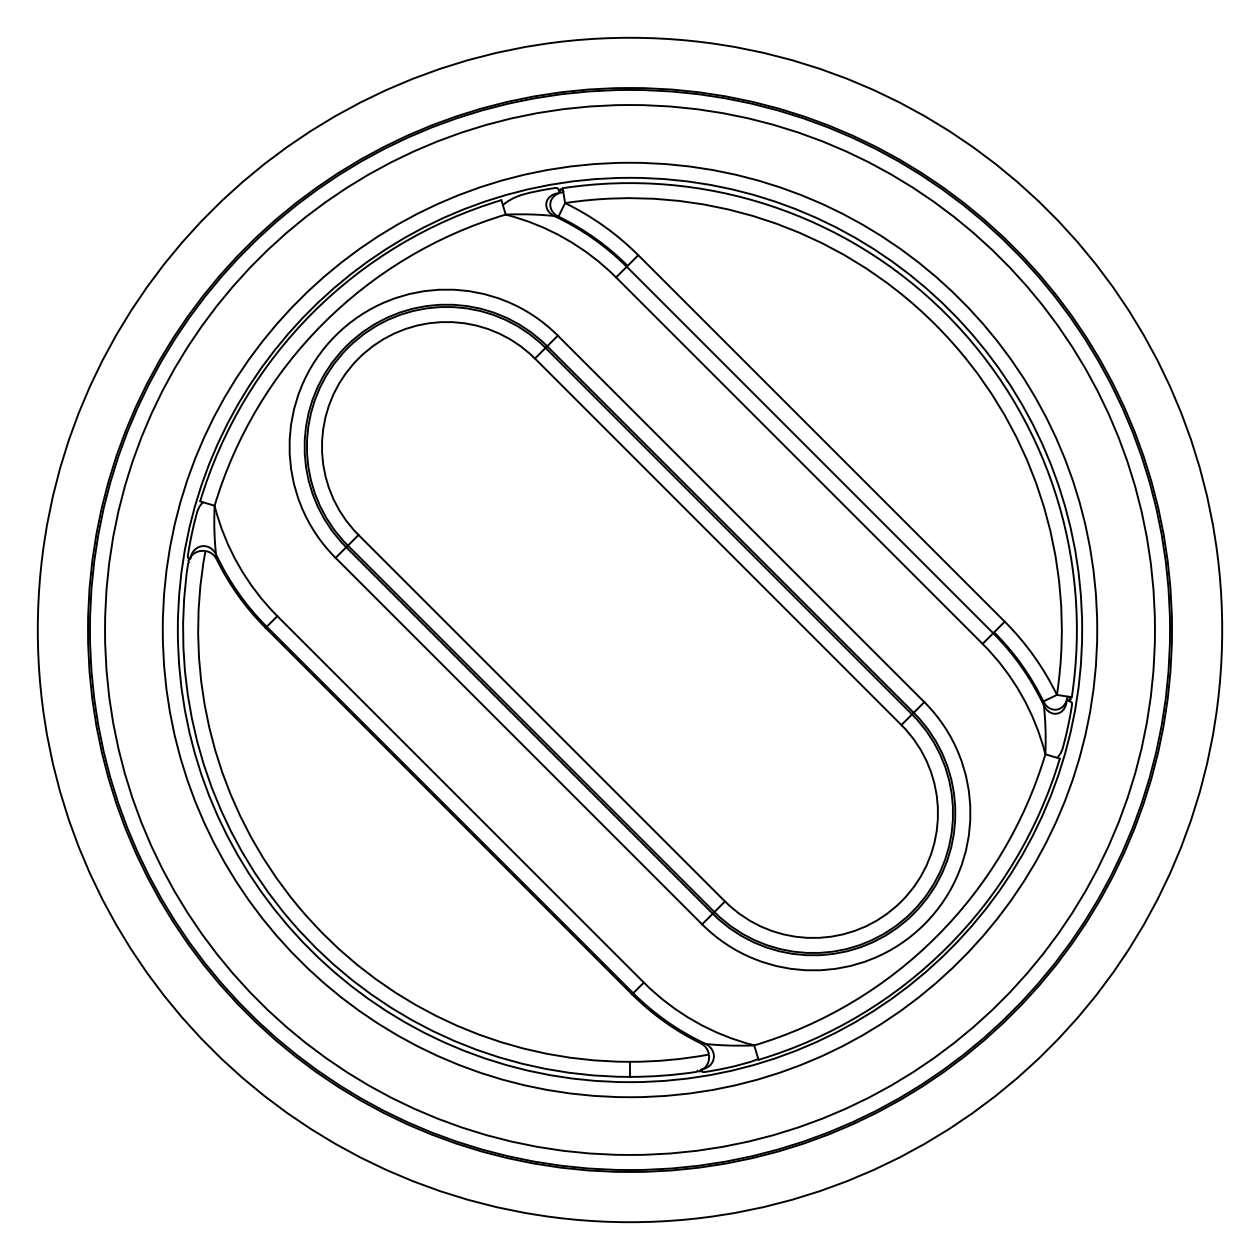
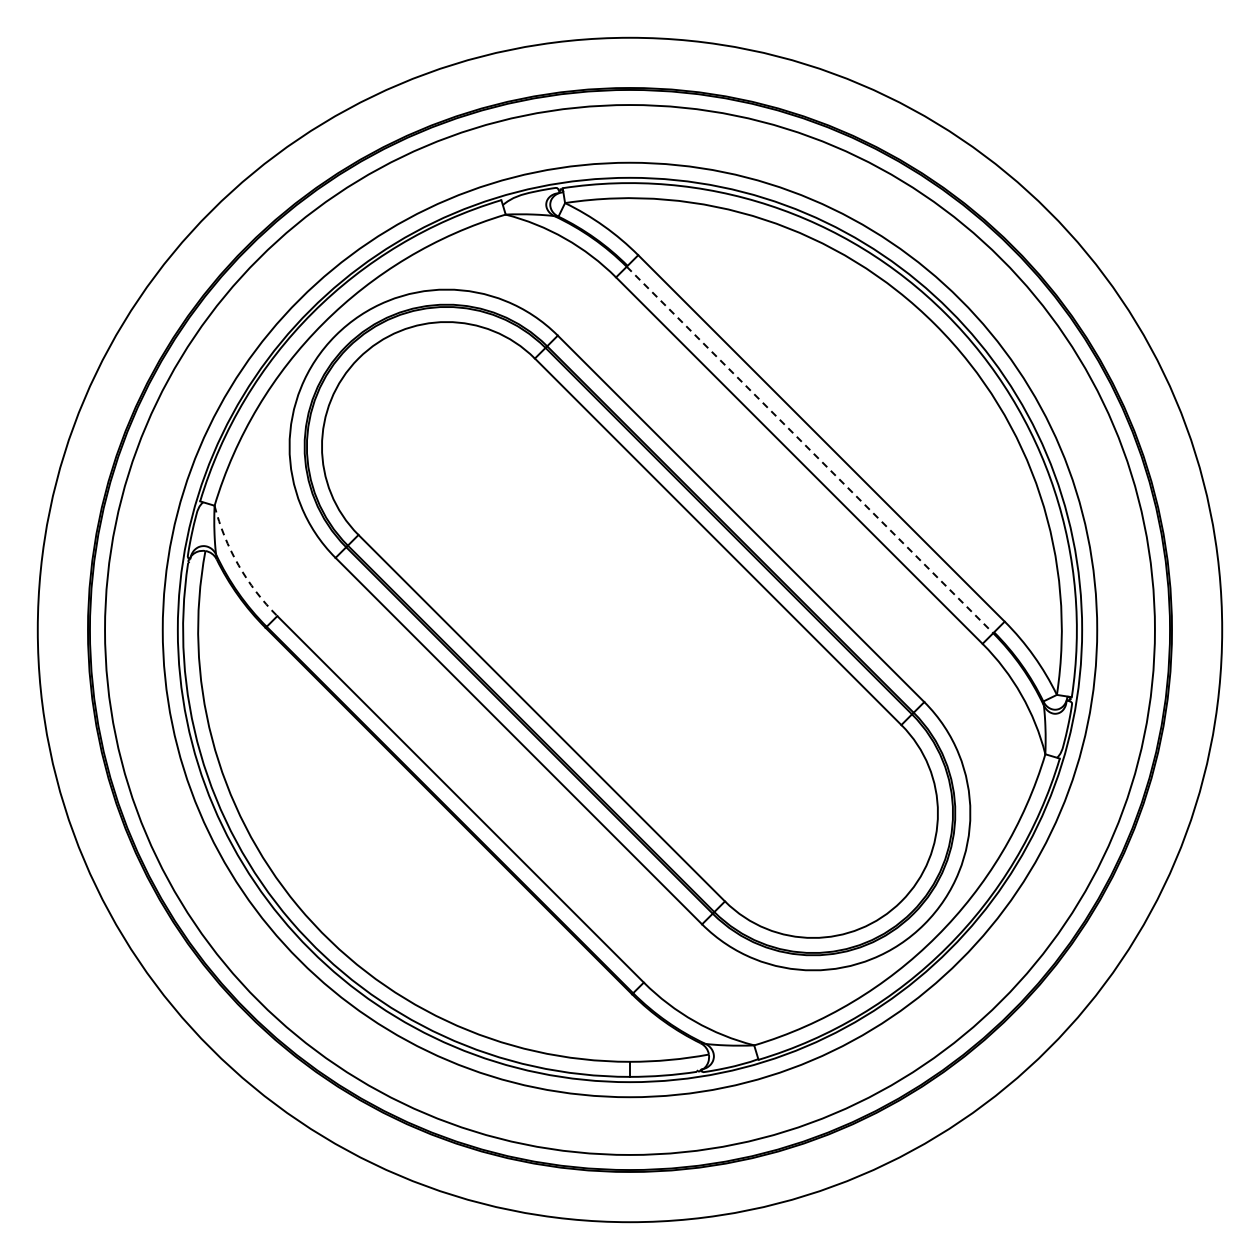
line at (810, 450): solid -> dashed
arc at (238, 565): solid -> dashed
